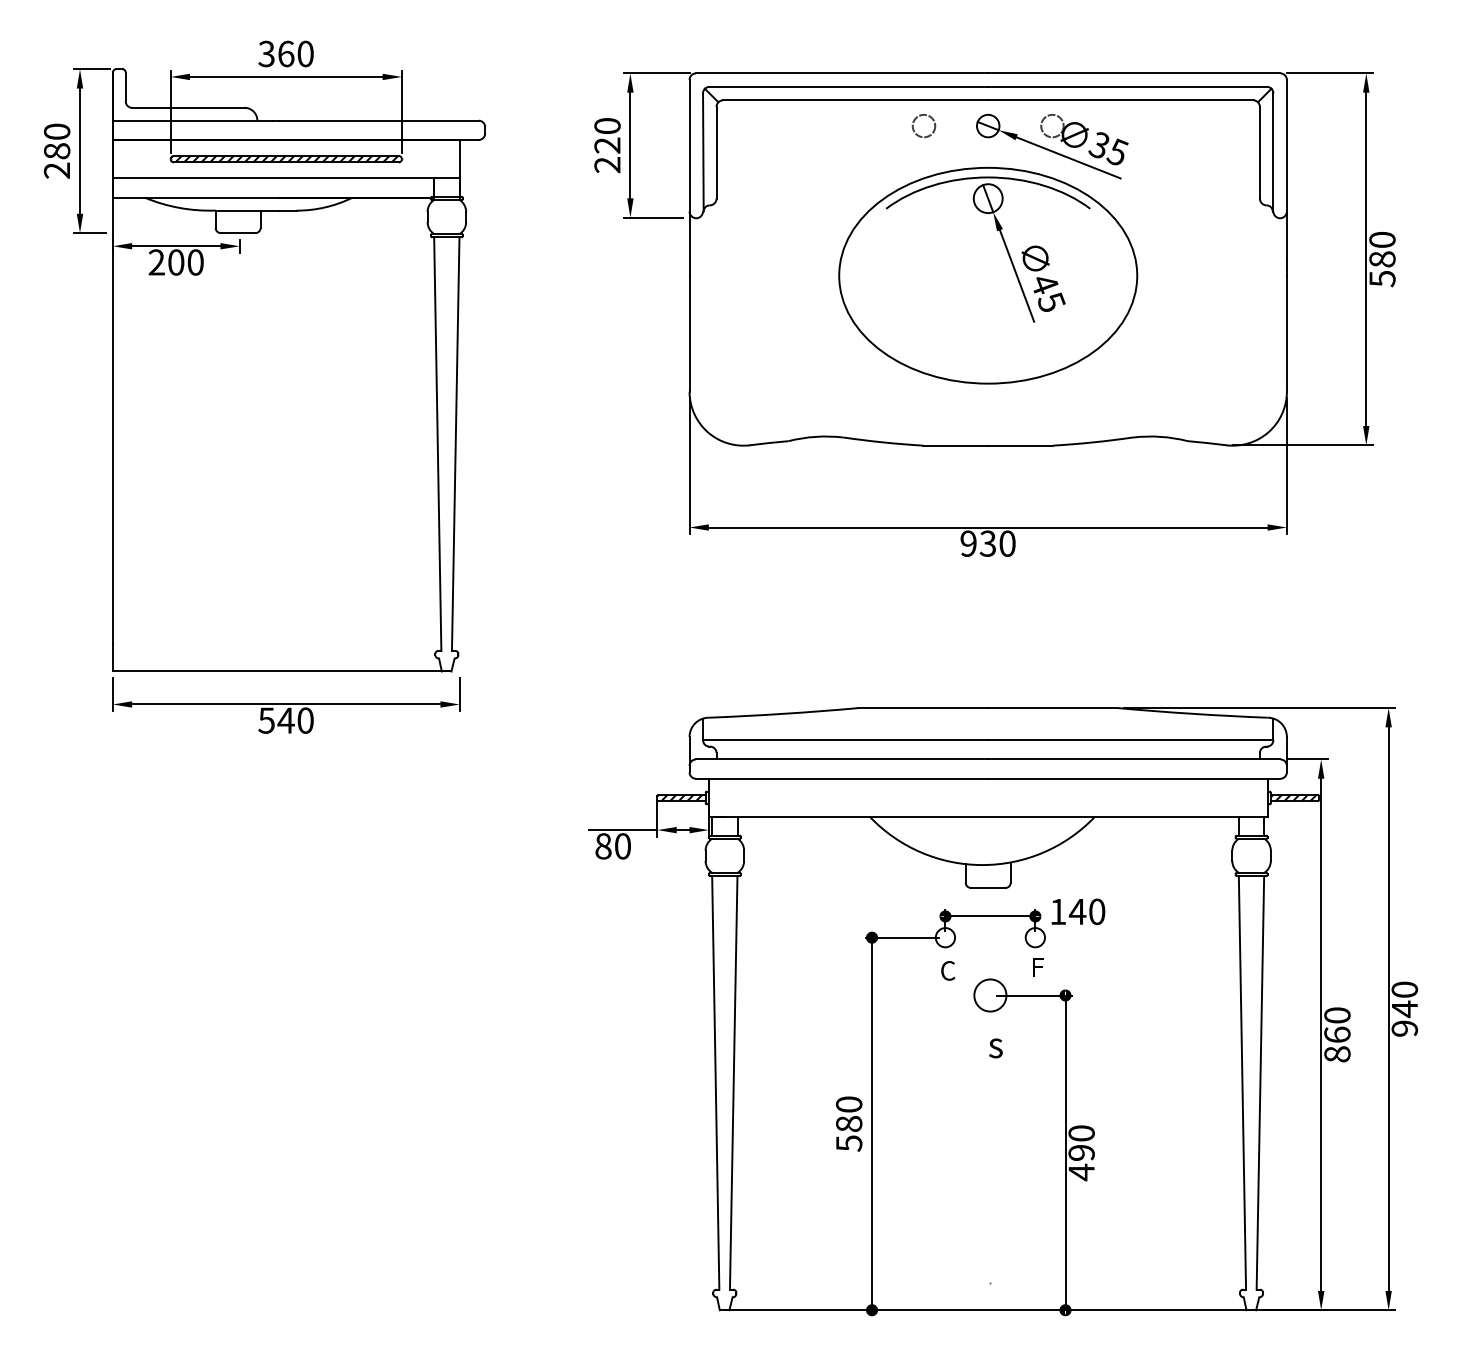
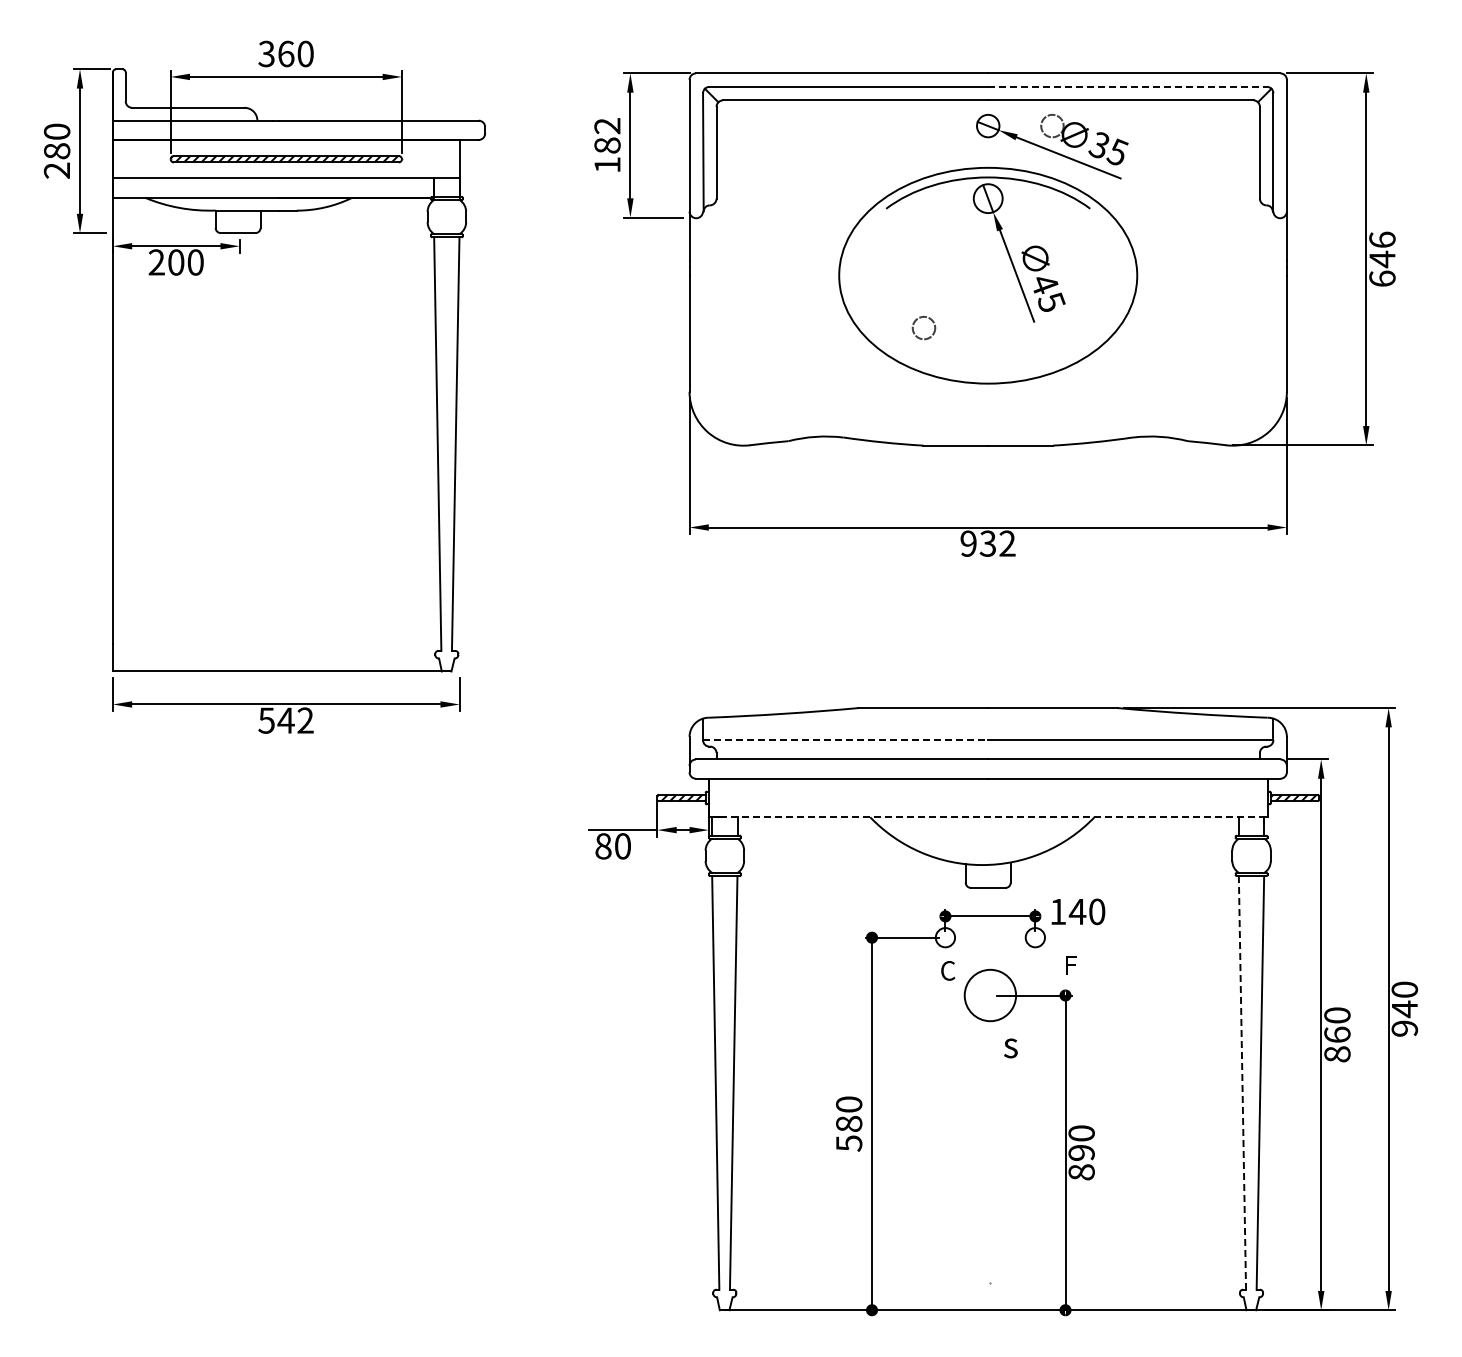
line at (1128, 86): solid -> dashed
circle at (923, 126) position: (923, 126) -> (923, 328)
text at (607, 145): 220 -> 182
text at (1382, 259): 580 -> 646
text at (1007, 543): 930 -> 932
text at (305, 720): 540 -> 542
line at (845, 740): solid -> dashed
line at (988, 817): solid -> dashed
text at (1038, 967) position: (1038, 967) -> (1071, 965)
circle at (990, 995) diameter: 32 px -> 51 px
text at (995, 1048) position: (995, 1048) -> (1010, 1048)
line at (1242, 1082): solid -> dashed
text at (1081, 1172): 490 -> 890
